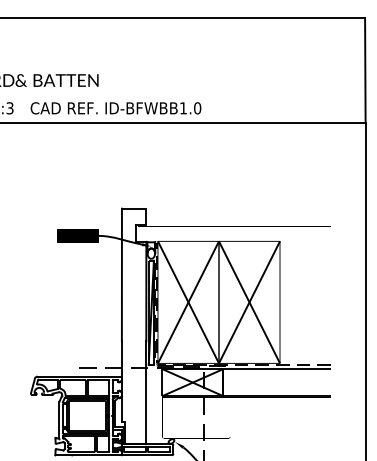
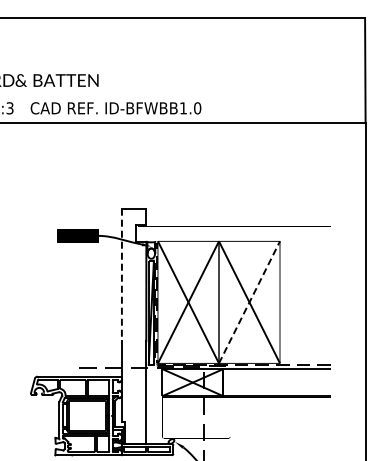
line at (121, 275): solid -> dashed
line at (249, 301): solid -> dashed
